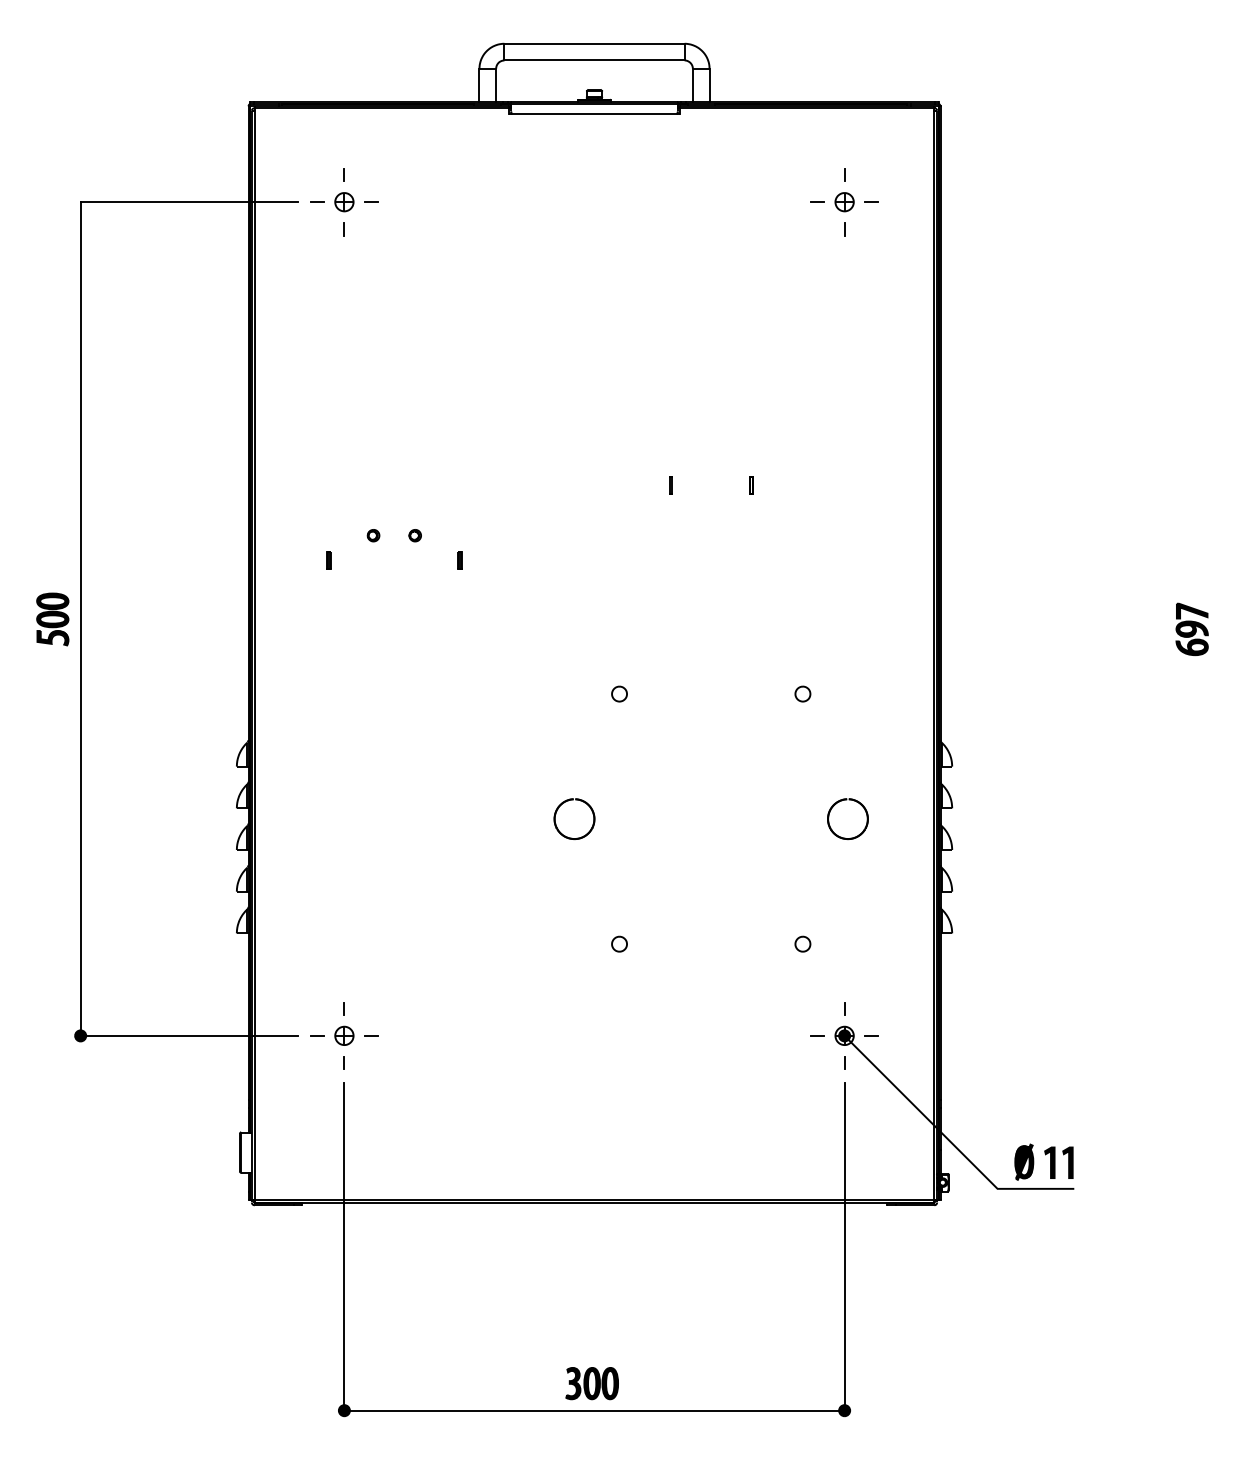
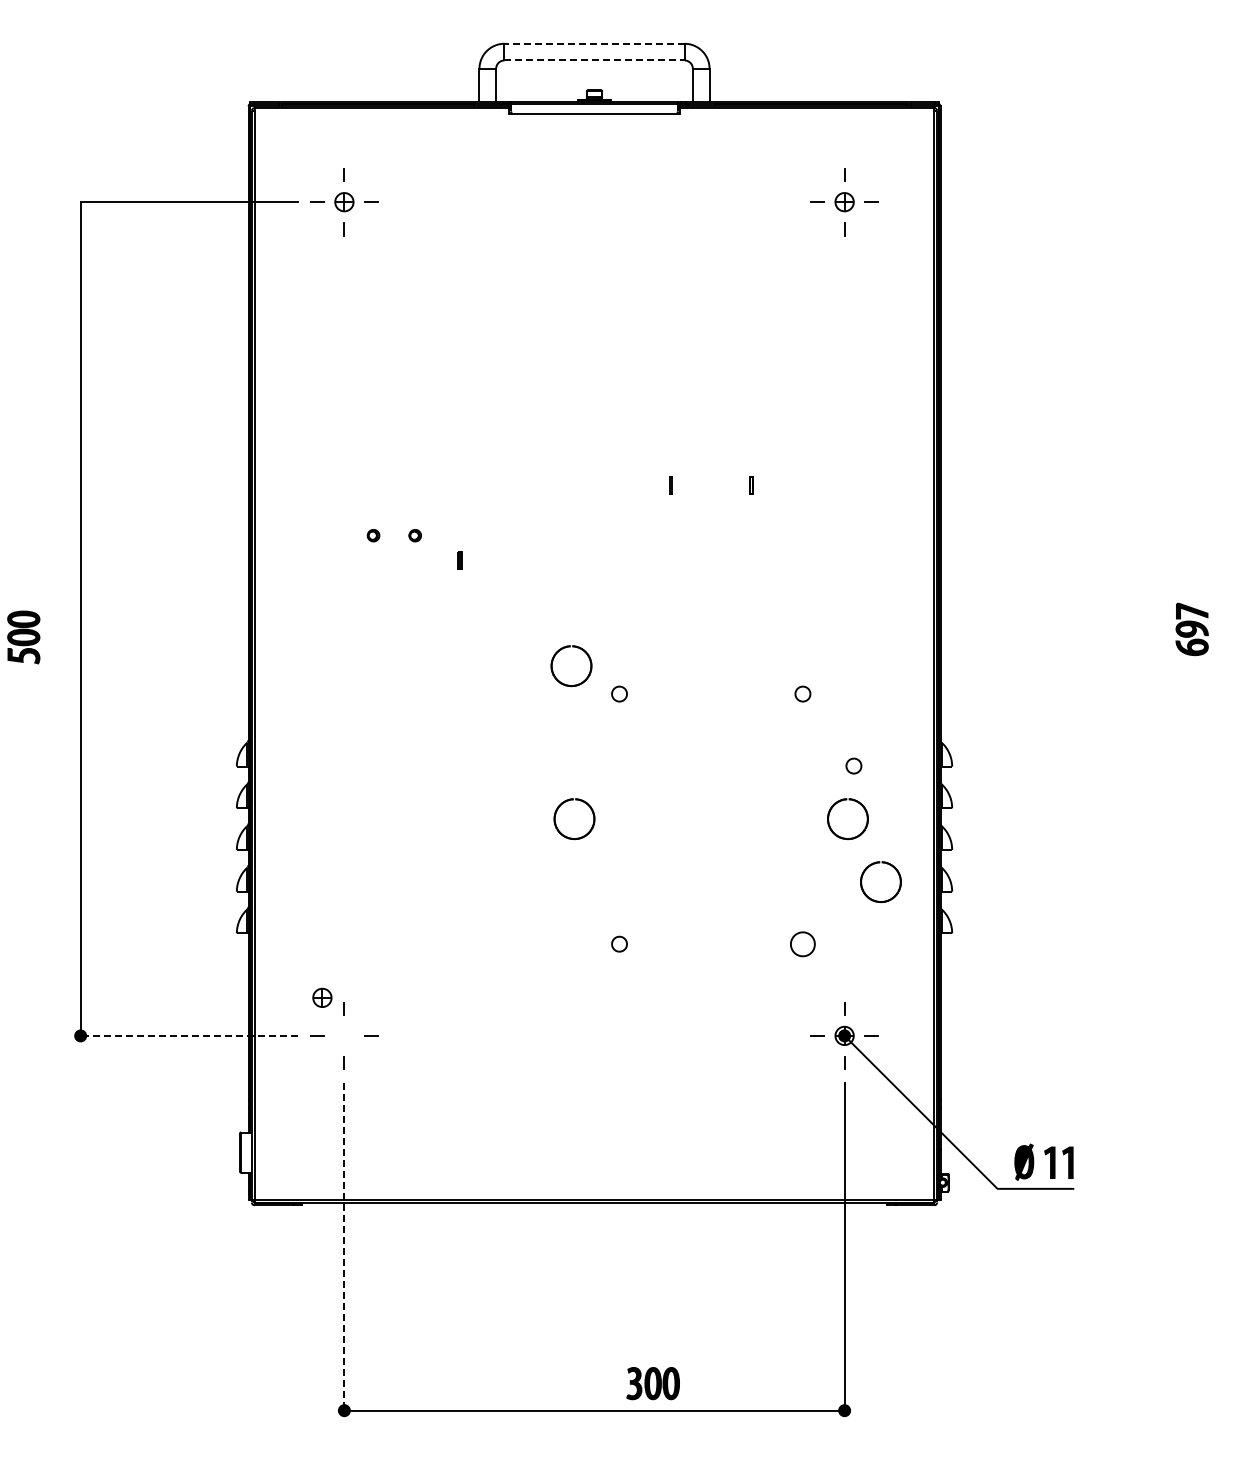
line at (594, 43): solid -> dashed
line at (595, 60): solid -> dashed
part at (328, 560): present -> none
part at (52, 619) position: (52, 619) -> (23, 637)
part at (568, 684): none -> present
part at (853, 765): none -> present
part at (880, 882): none -> present
part at (802, 943) size: 18x18 px -> 26x27 px
line at (189, 1035): solid -> dashed
part at (344, 1035) position: (344, 1035) -> (322, 997)
line at (344, 1247): solid -> dashed
part at (591, 1383) position: (591, 1383) -> (652, 1383)
